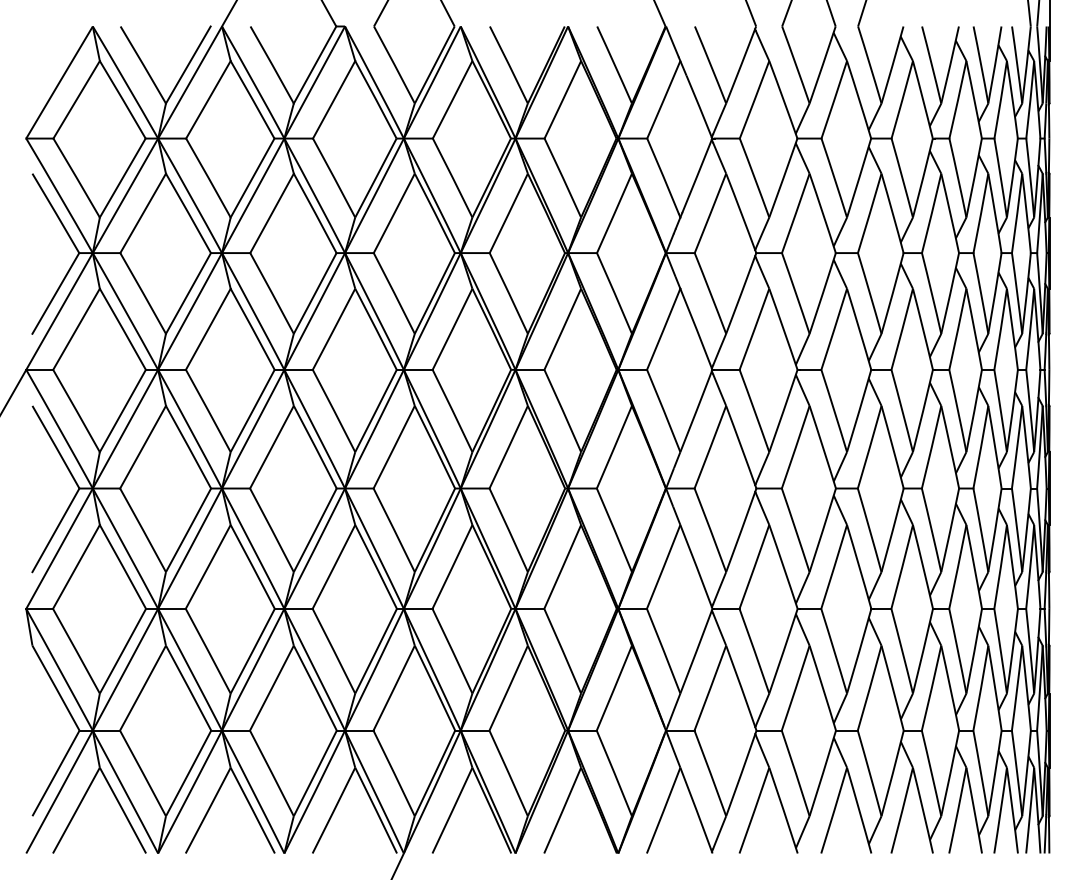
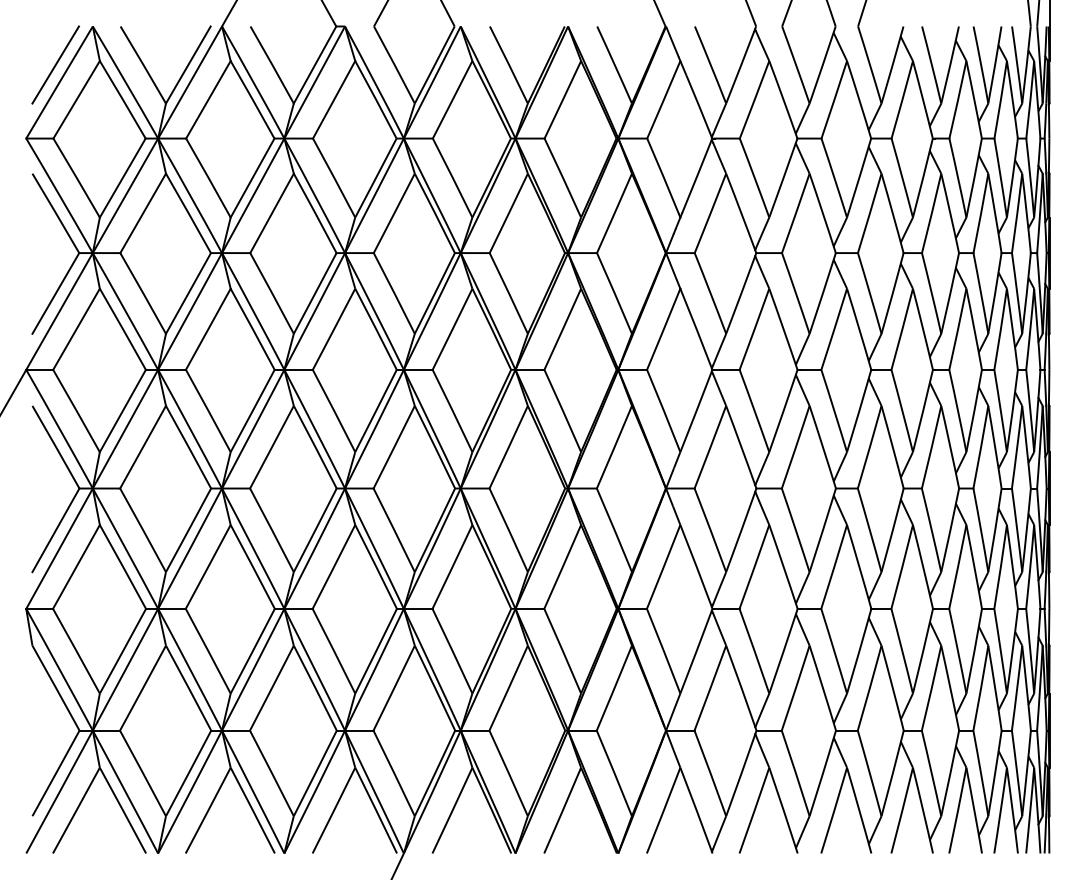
line at (55, 64): none -> present
